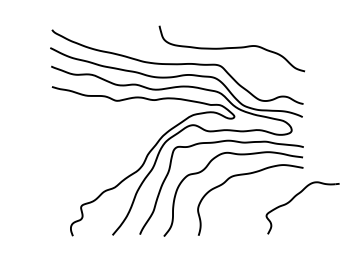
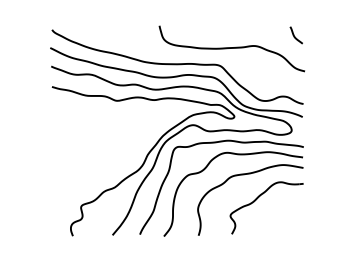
curve at (294, 35): none -> present
part at (294, 198) position: (294, 198) -> (258, 198)
